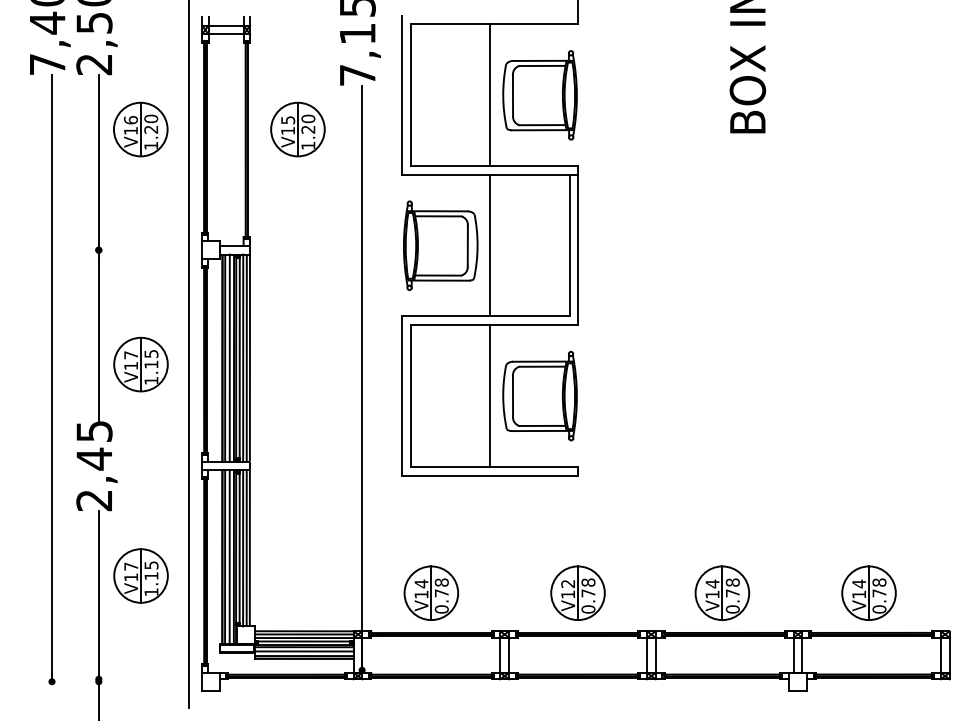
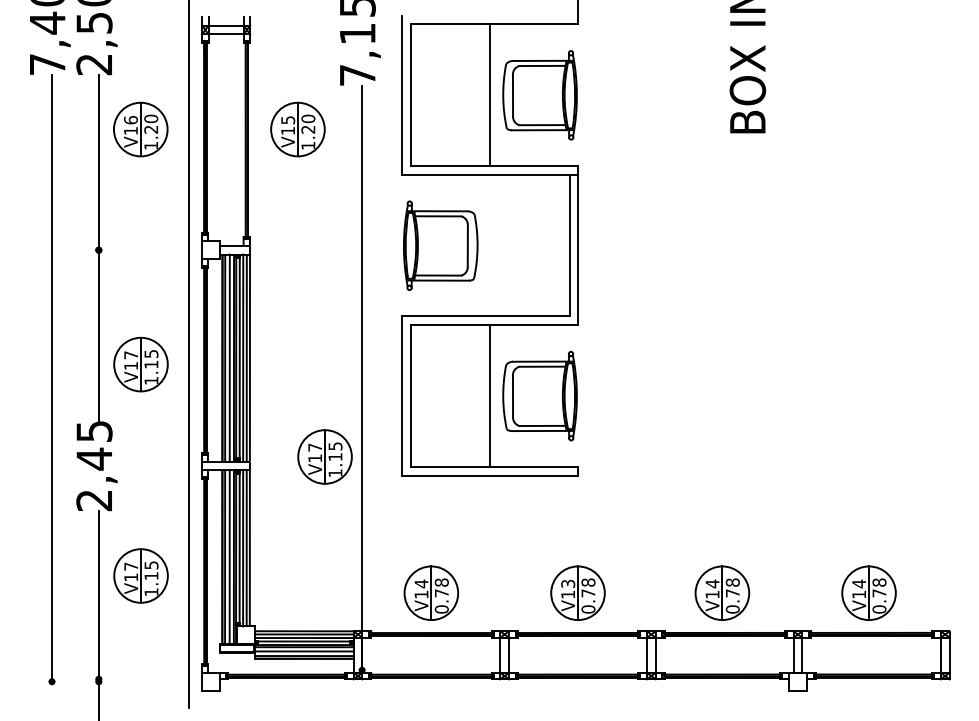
line at (490, 245): present -> none
part at (324, 456): none -> present
text at (568, 583): V12 -> V13
